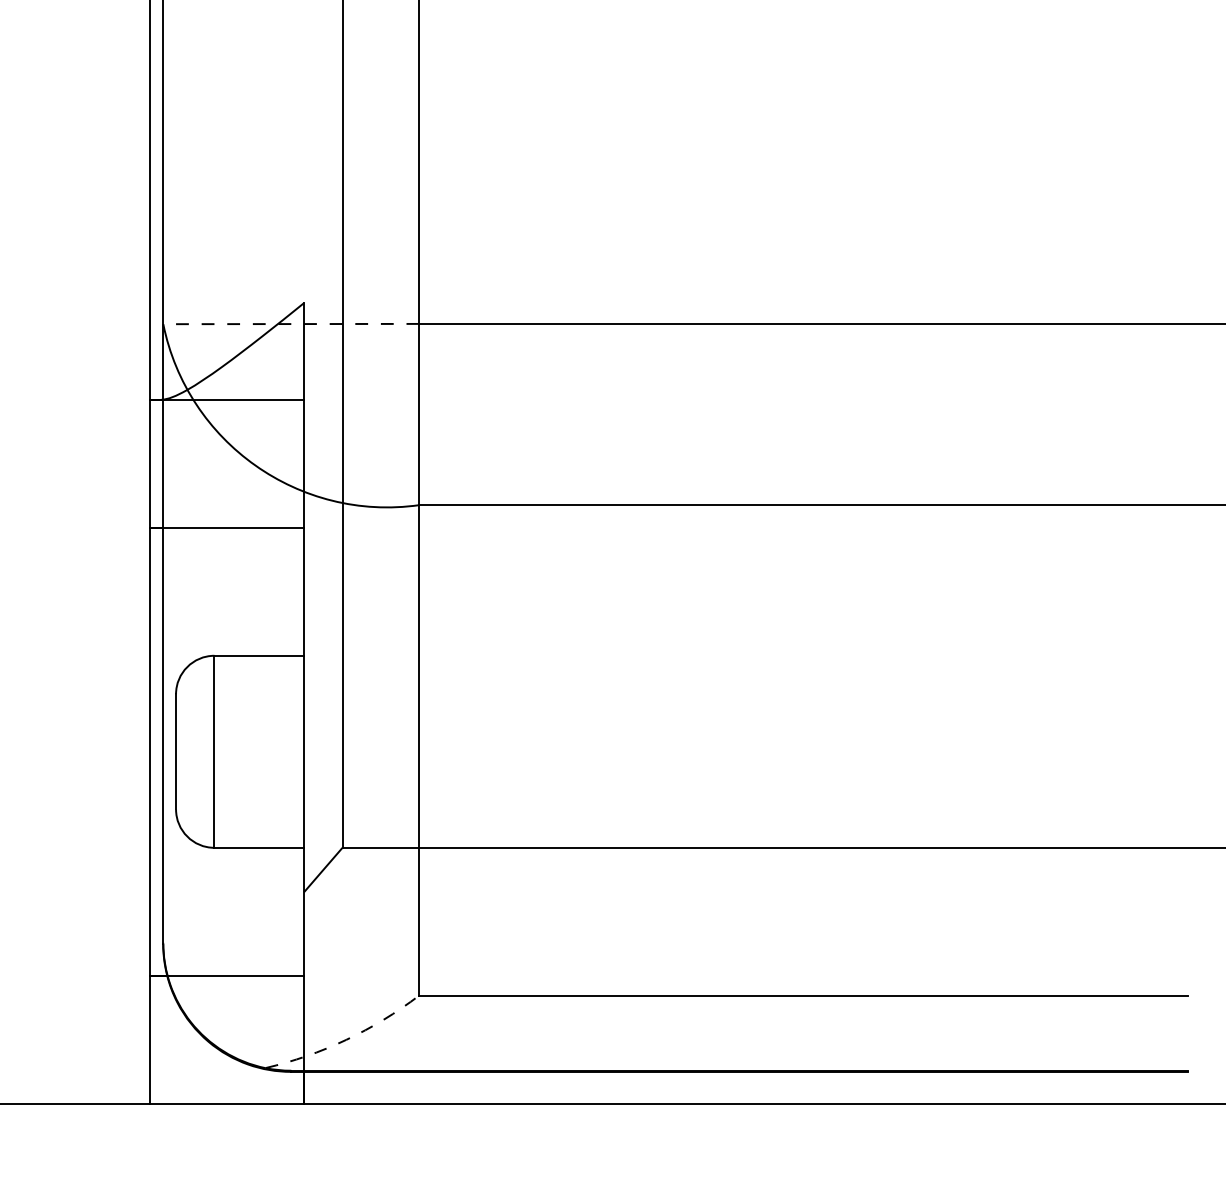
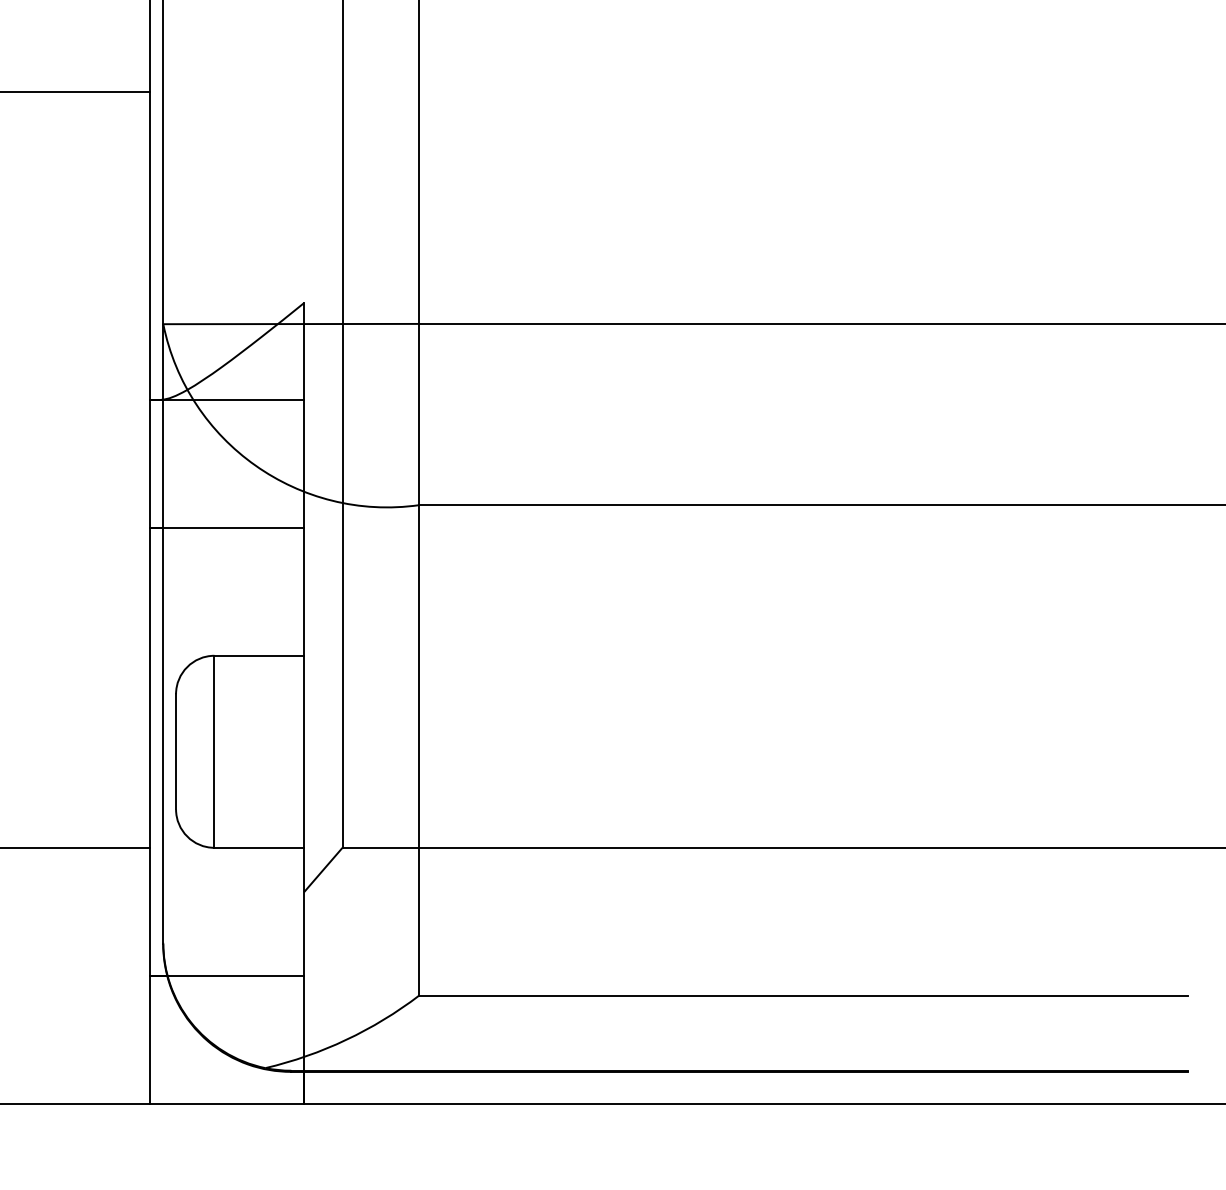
line at (76, 92): none -> present
line at (290, 324): dashed -> solid
line at (76, 847): none -> present
arc at (346, 1039): dashed -> solid
